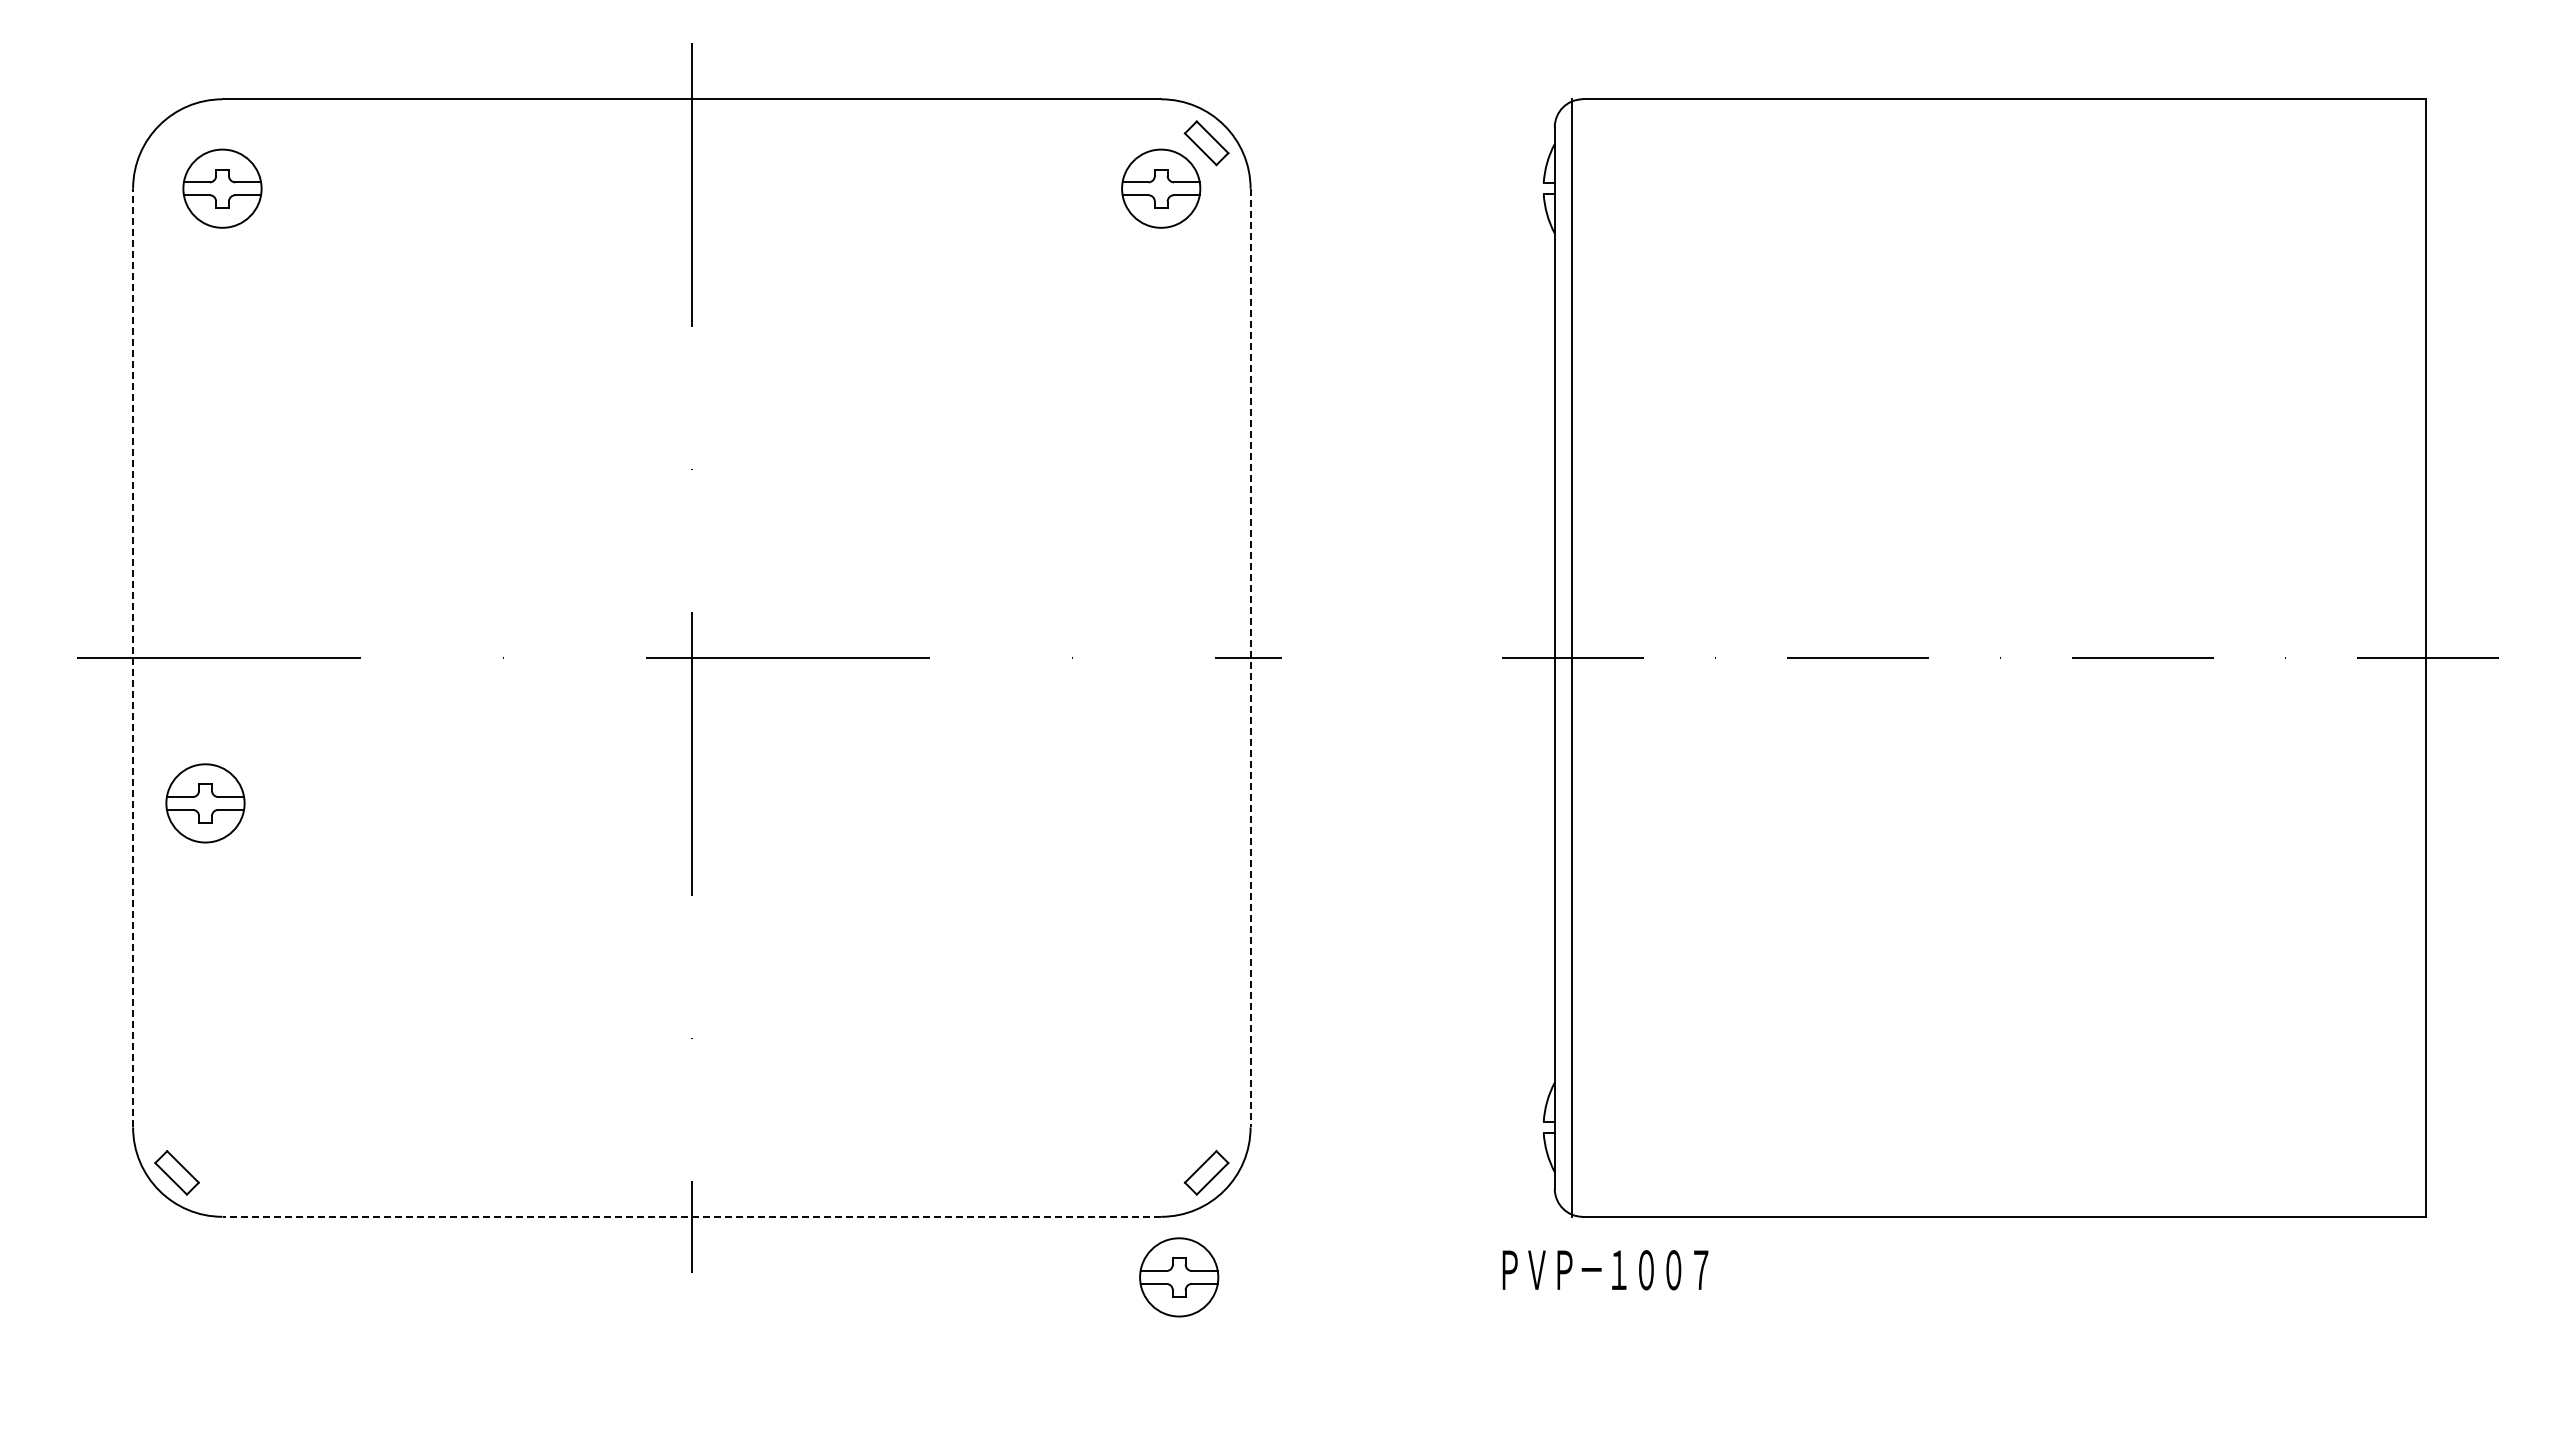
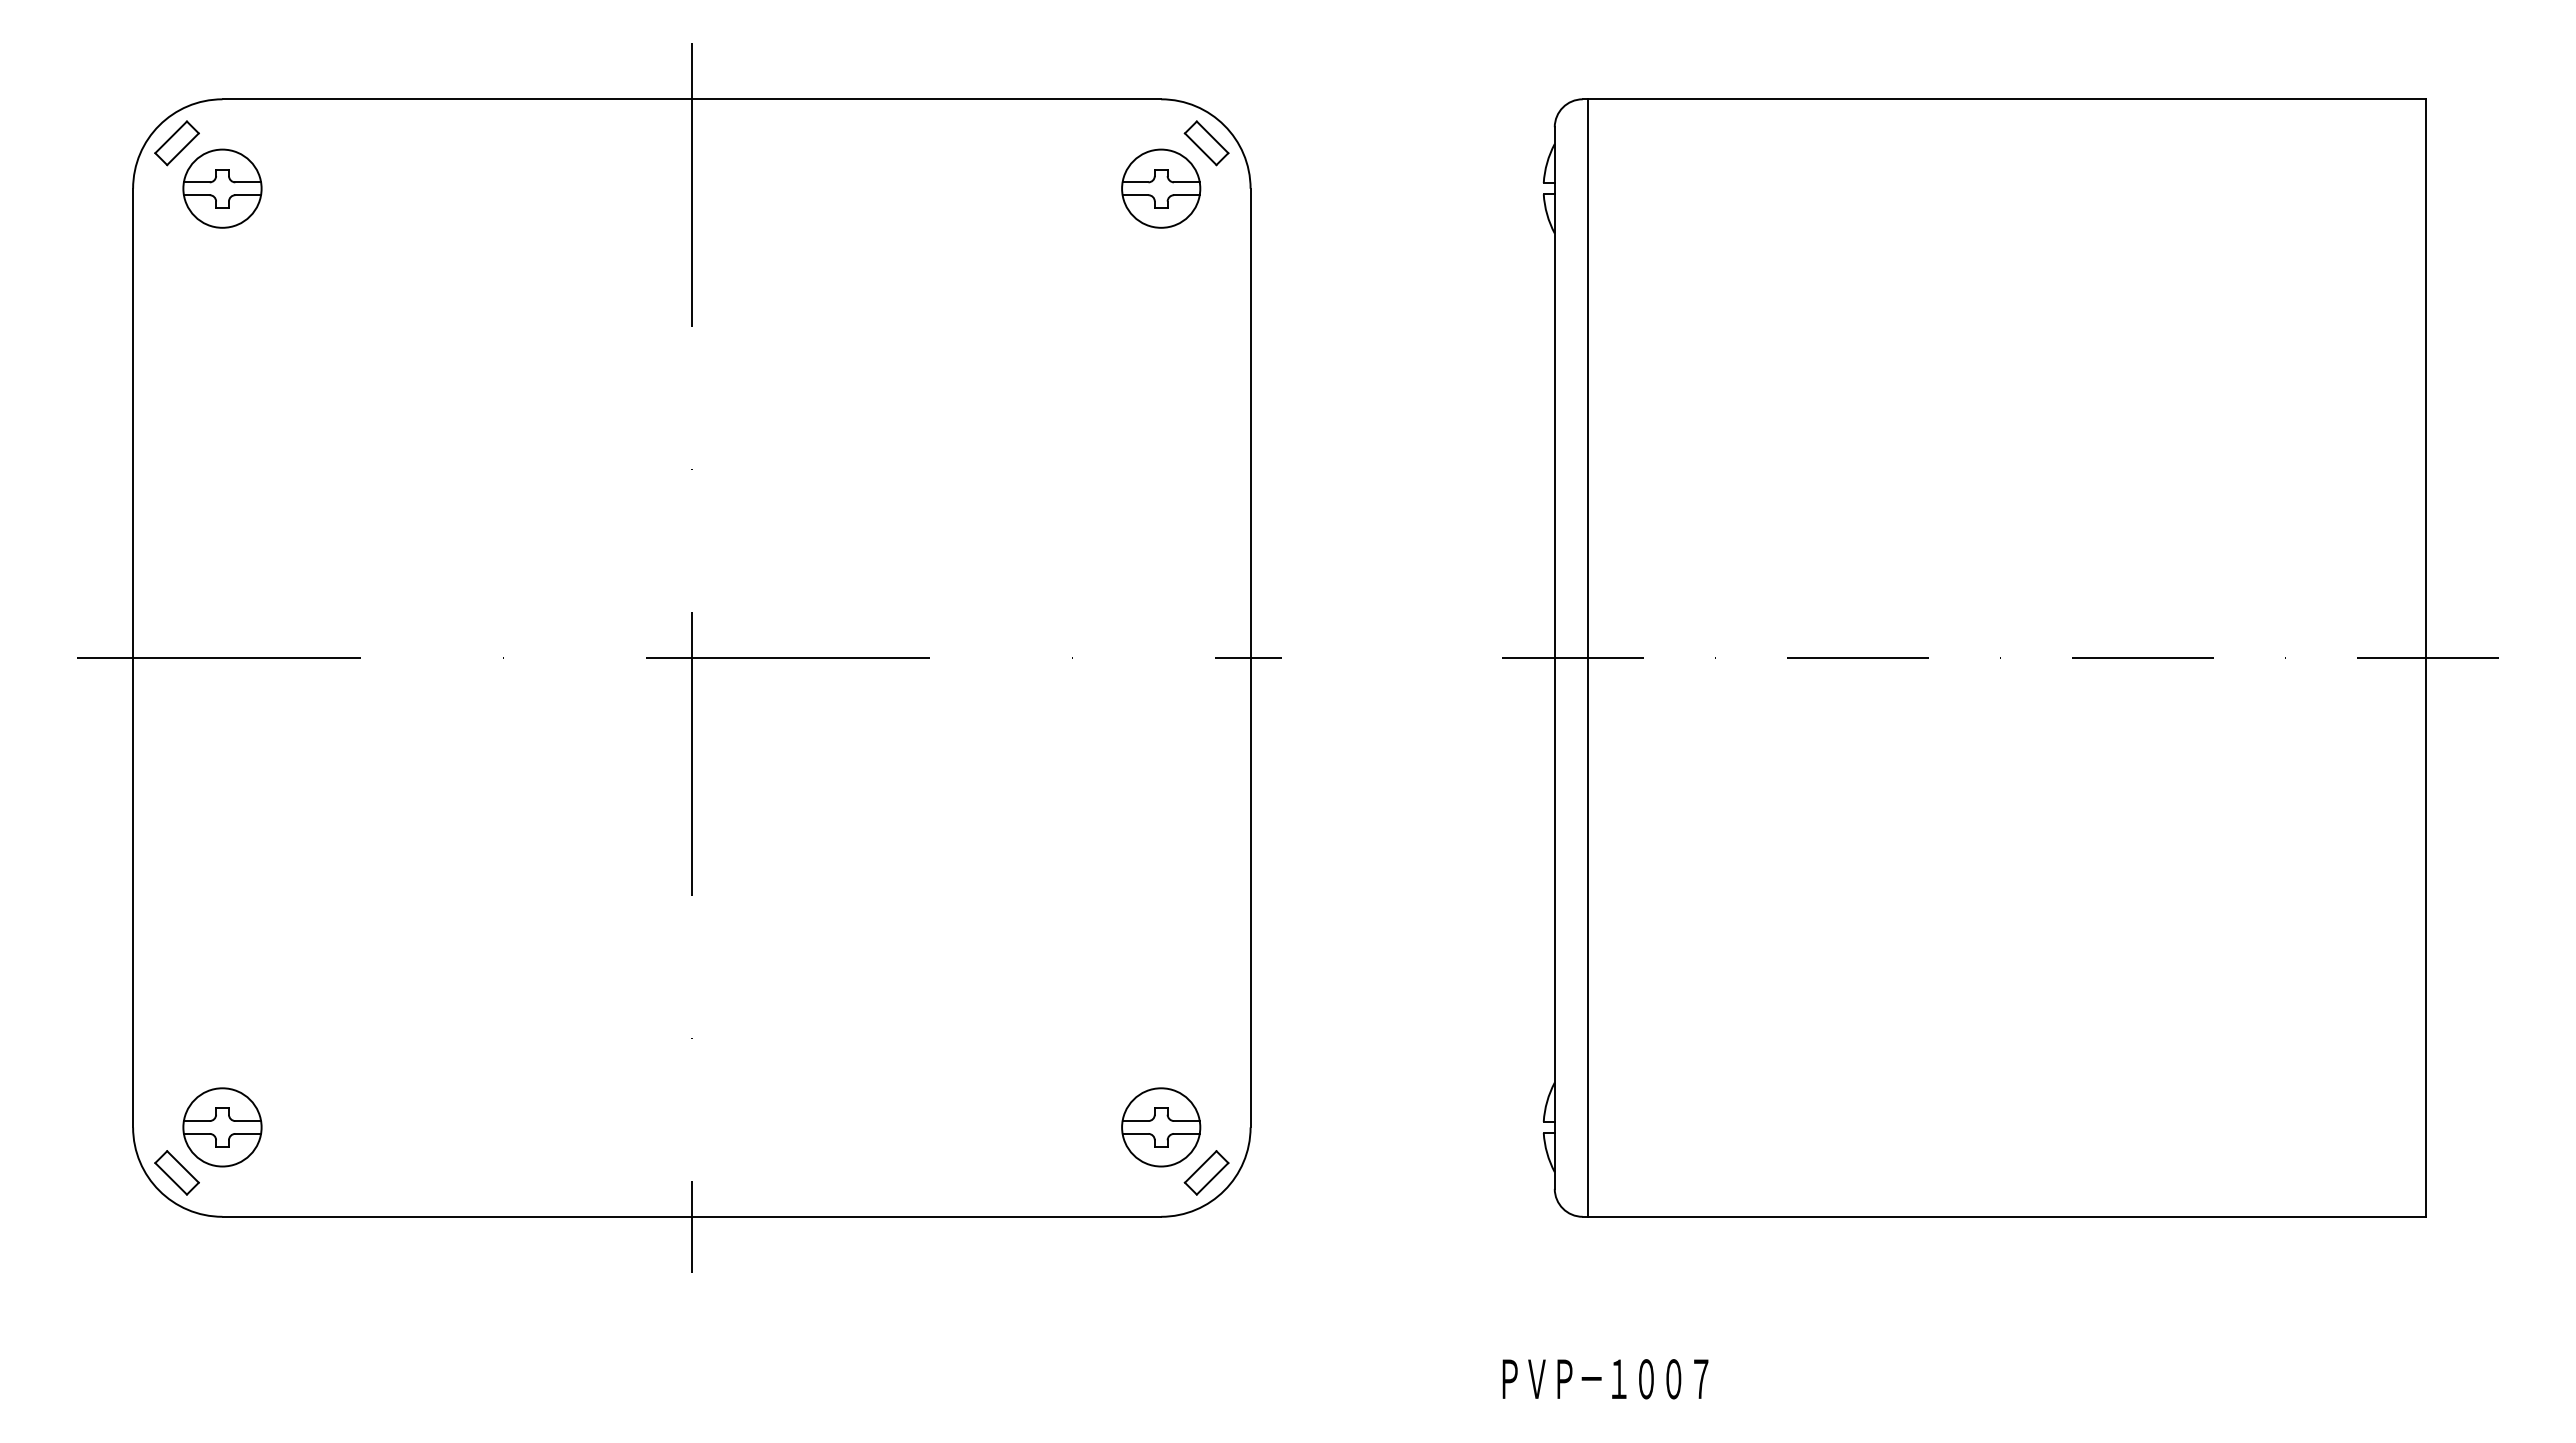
part at (176, 143): none -> present
line at (133, 657): dashed -> solid
line at (1572, 657) position: (1572, 657) -> (1588, 657)
line at (1250, 658): dashed -> solid
part at (205, 803) position: (205, 803) -> (222, 1127)
line at (691, 1216): dashed -> solid
text at (1605, 1270) position: (1605, 1270) -> (1605, 1379)
part at (1179, 1277) position: (1179, 1277) -> (1161, 1127)
